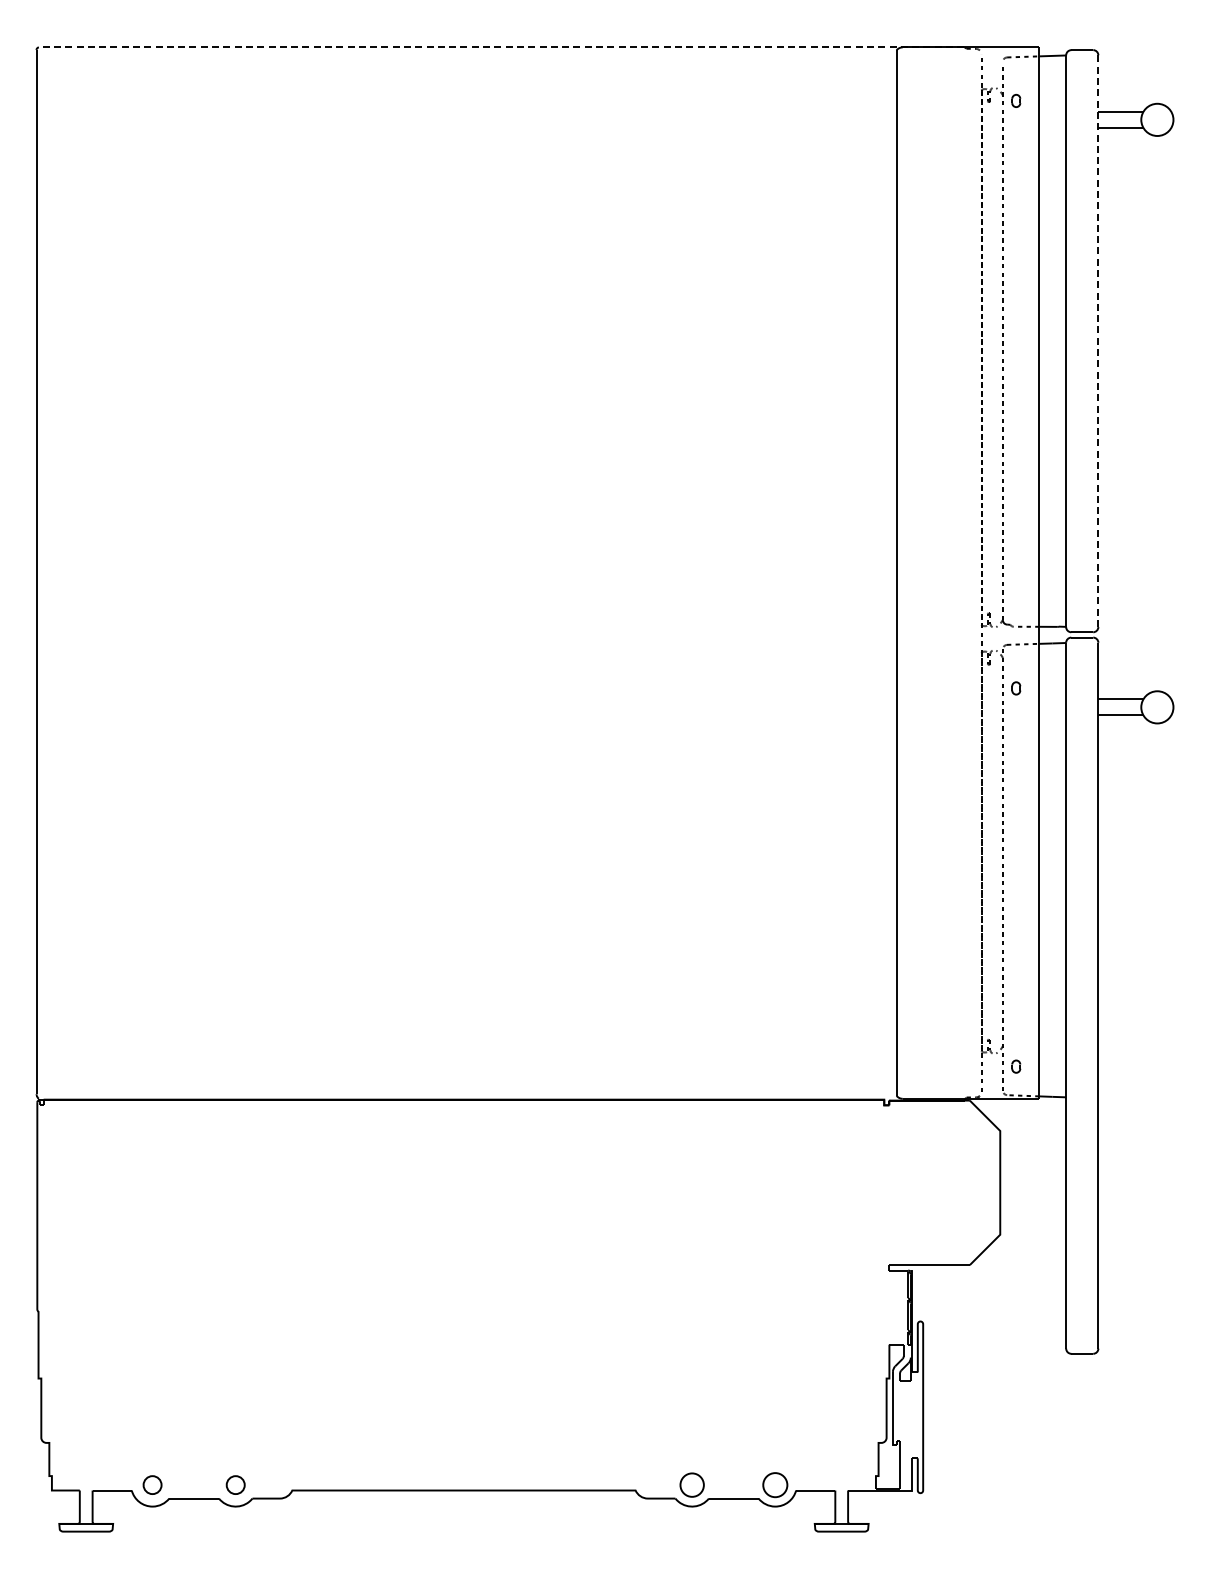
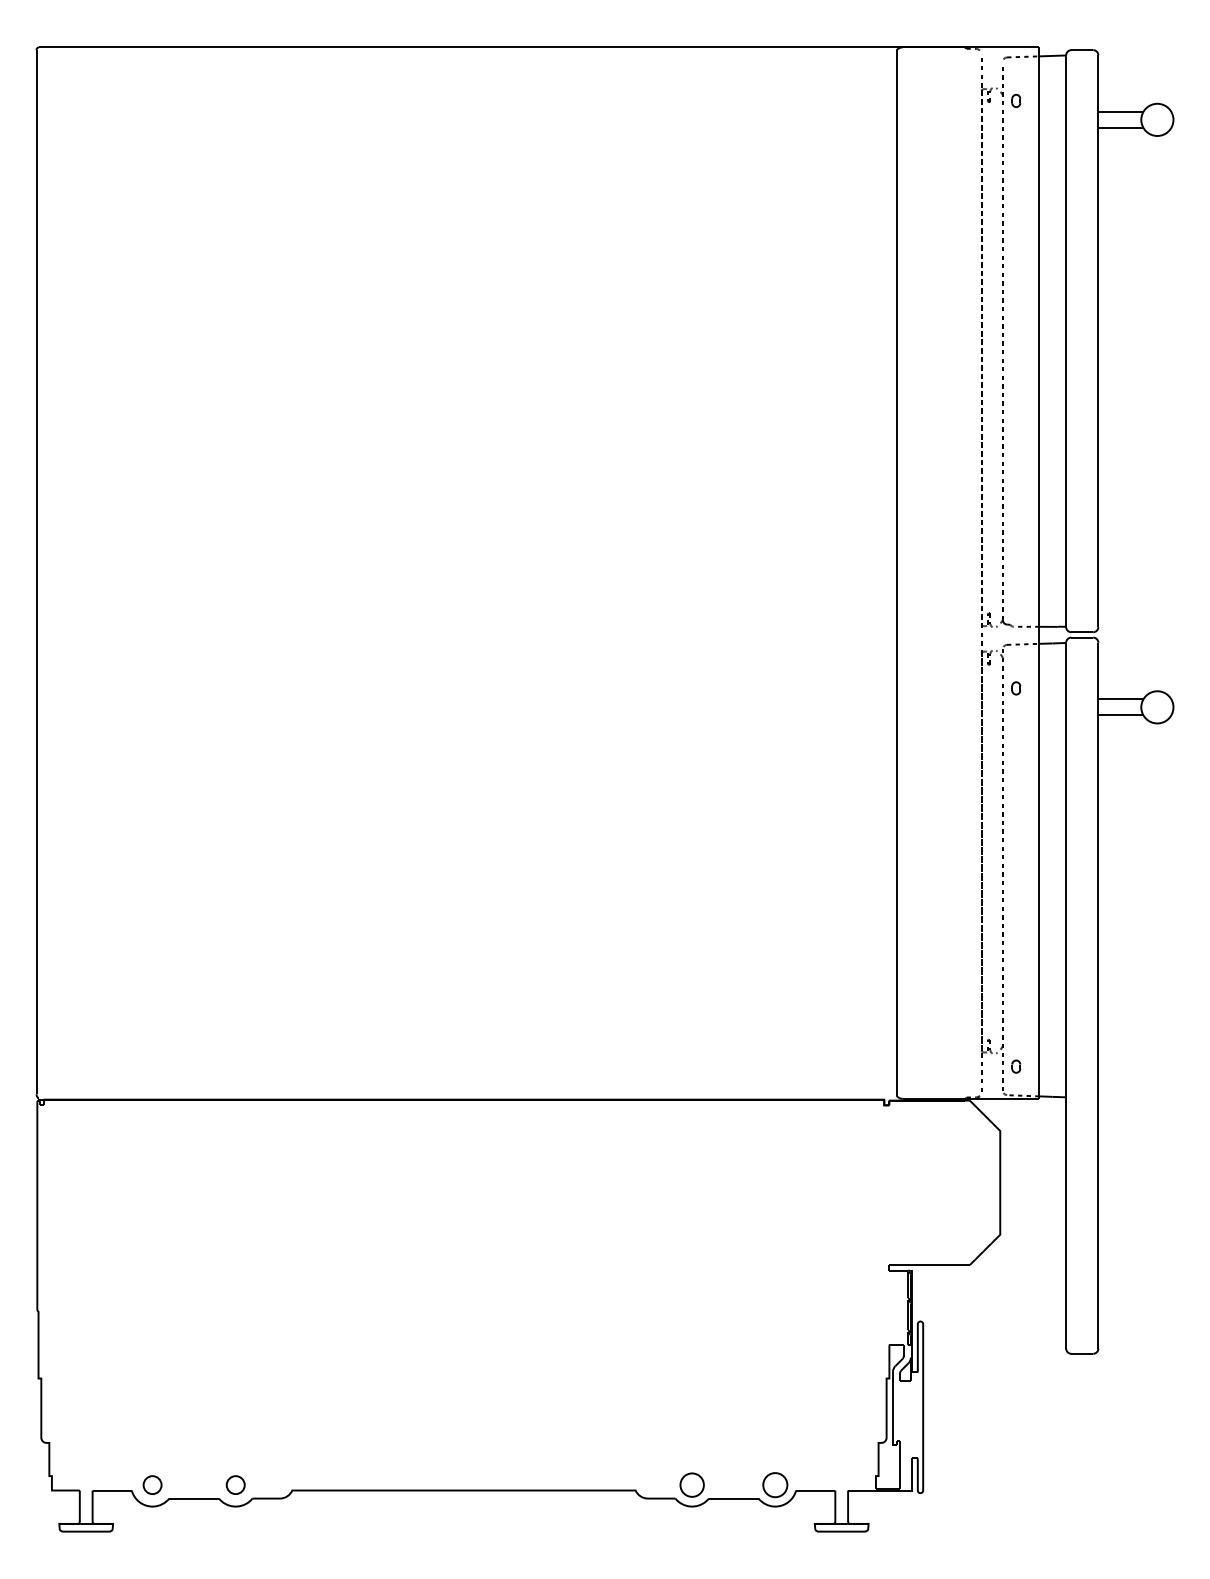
line at (501, 47): dashed -> solid
line at (1098, 341): dashed -> solid
